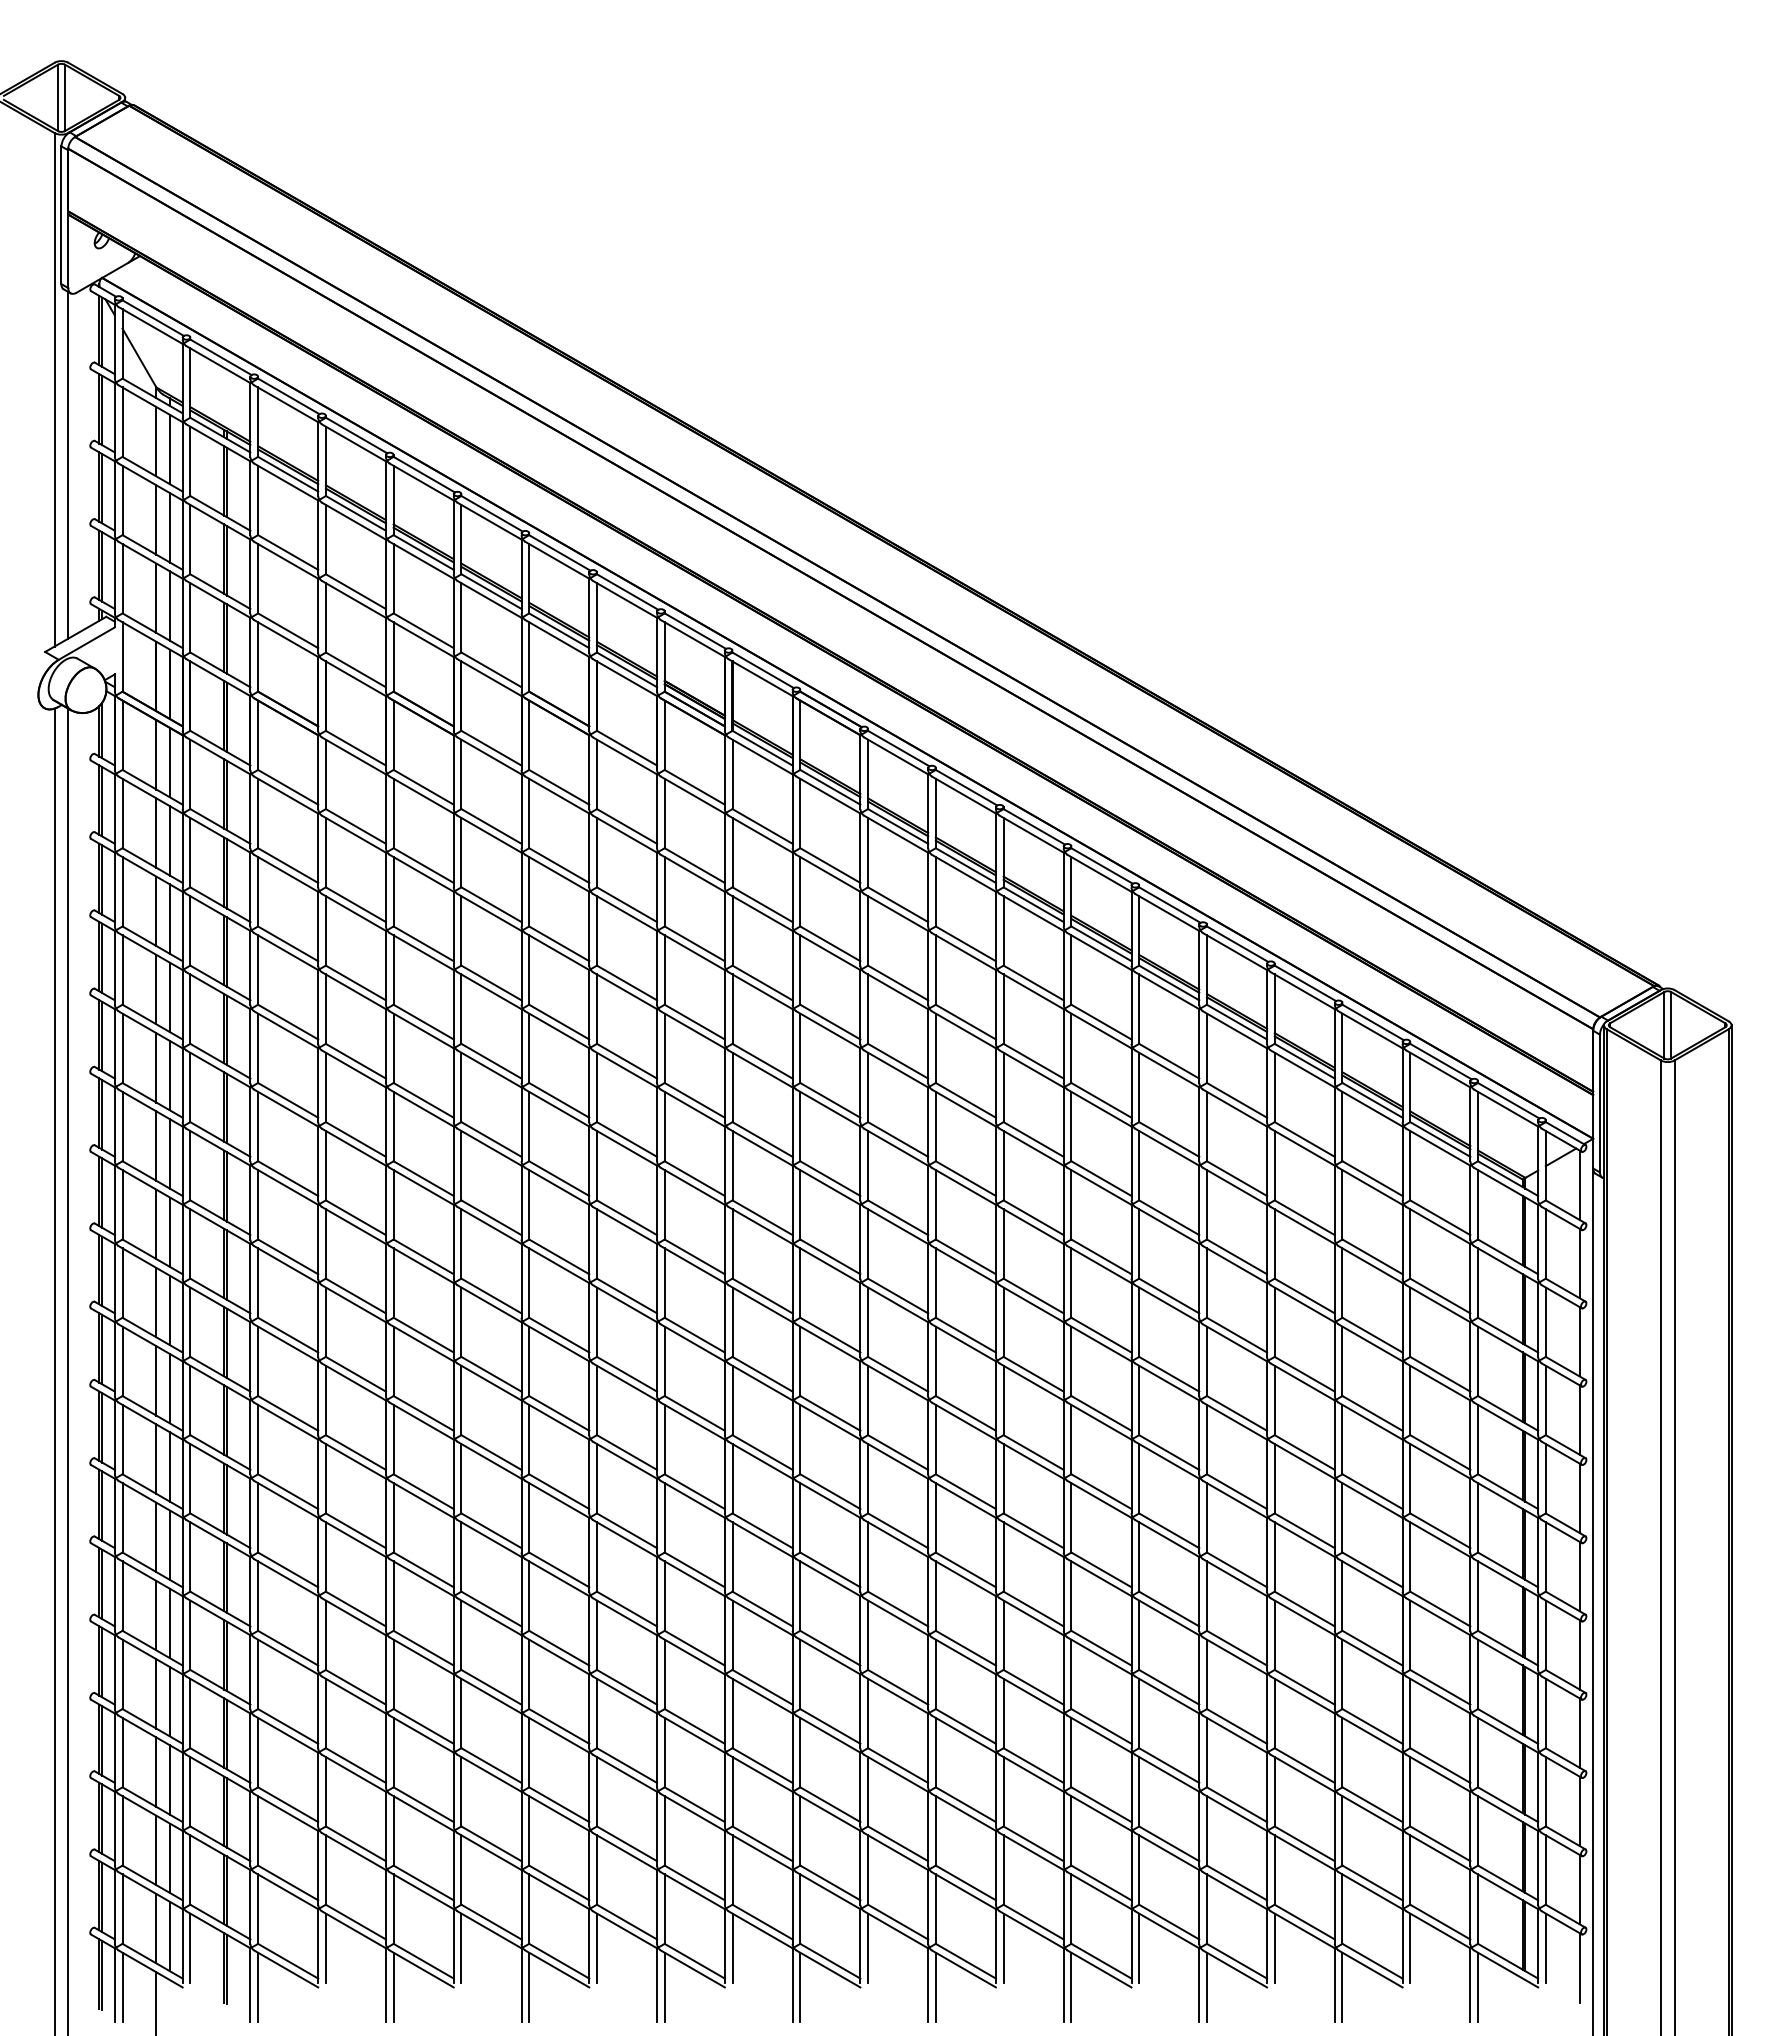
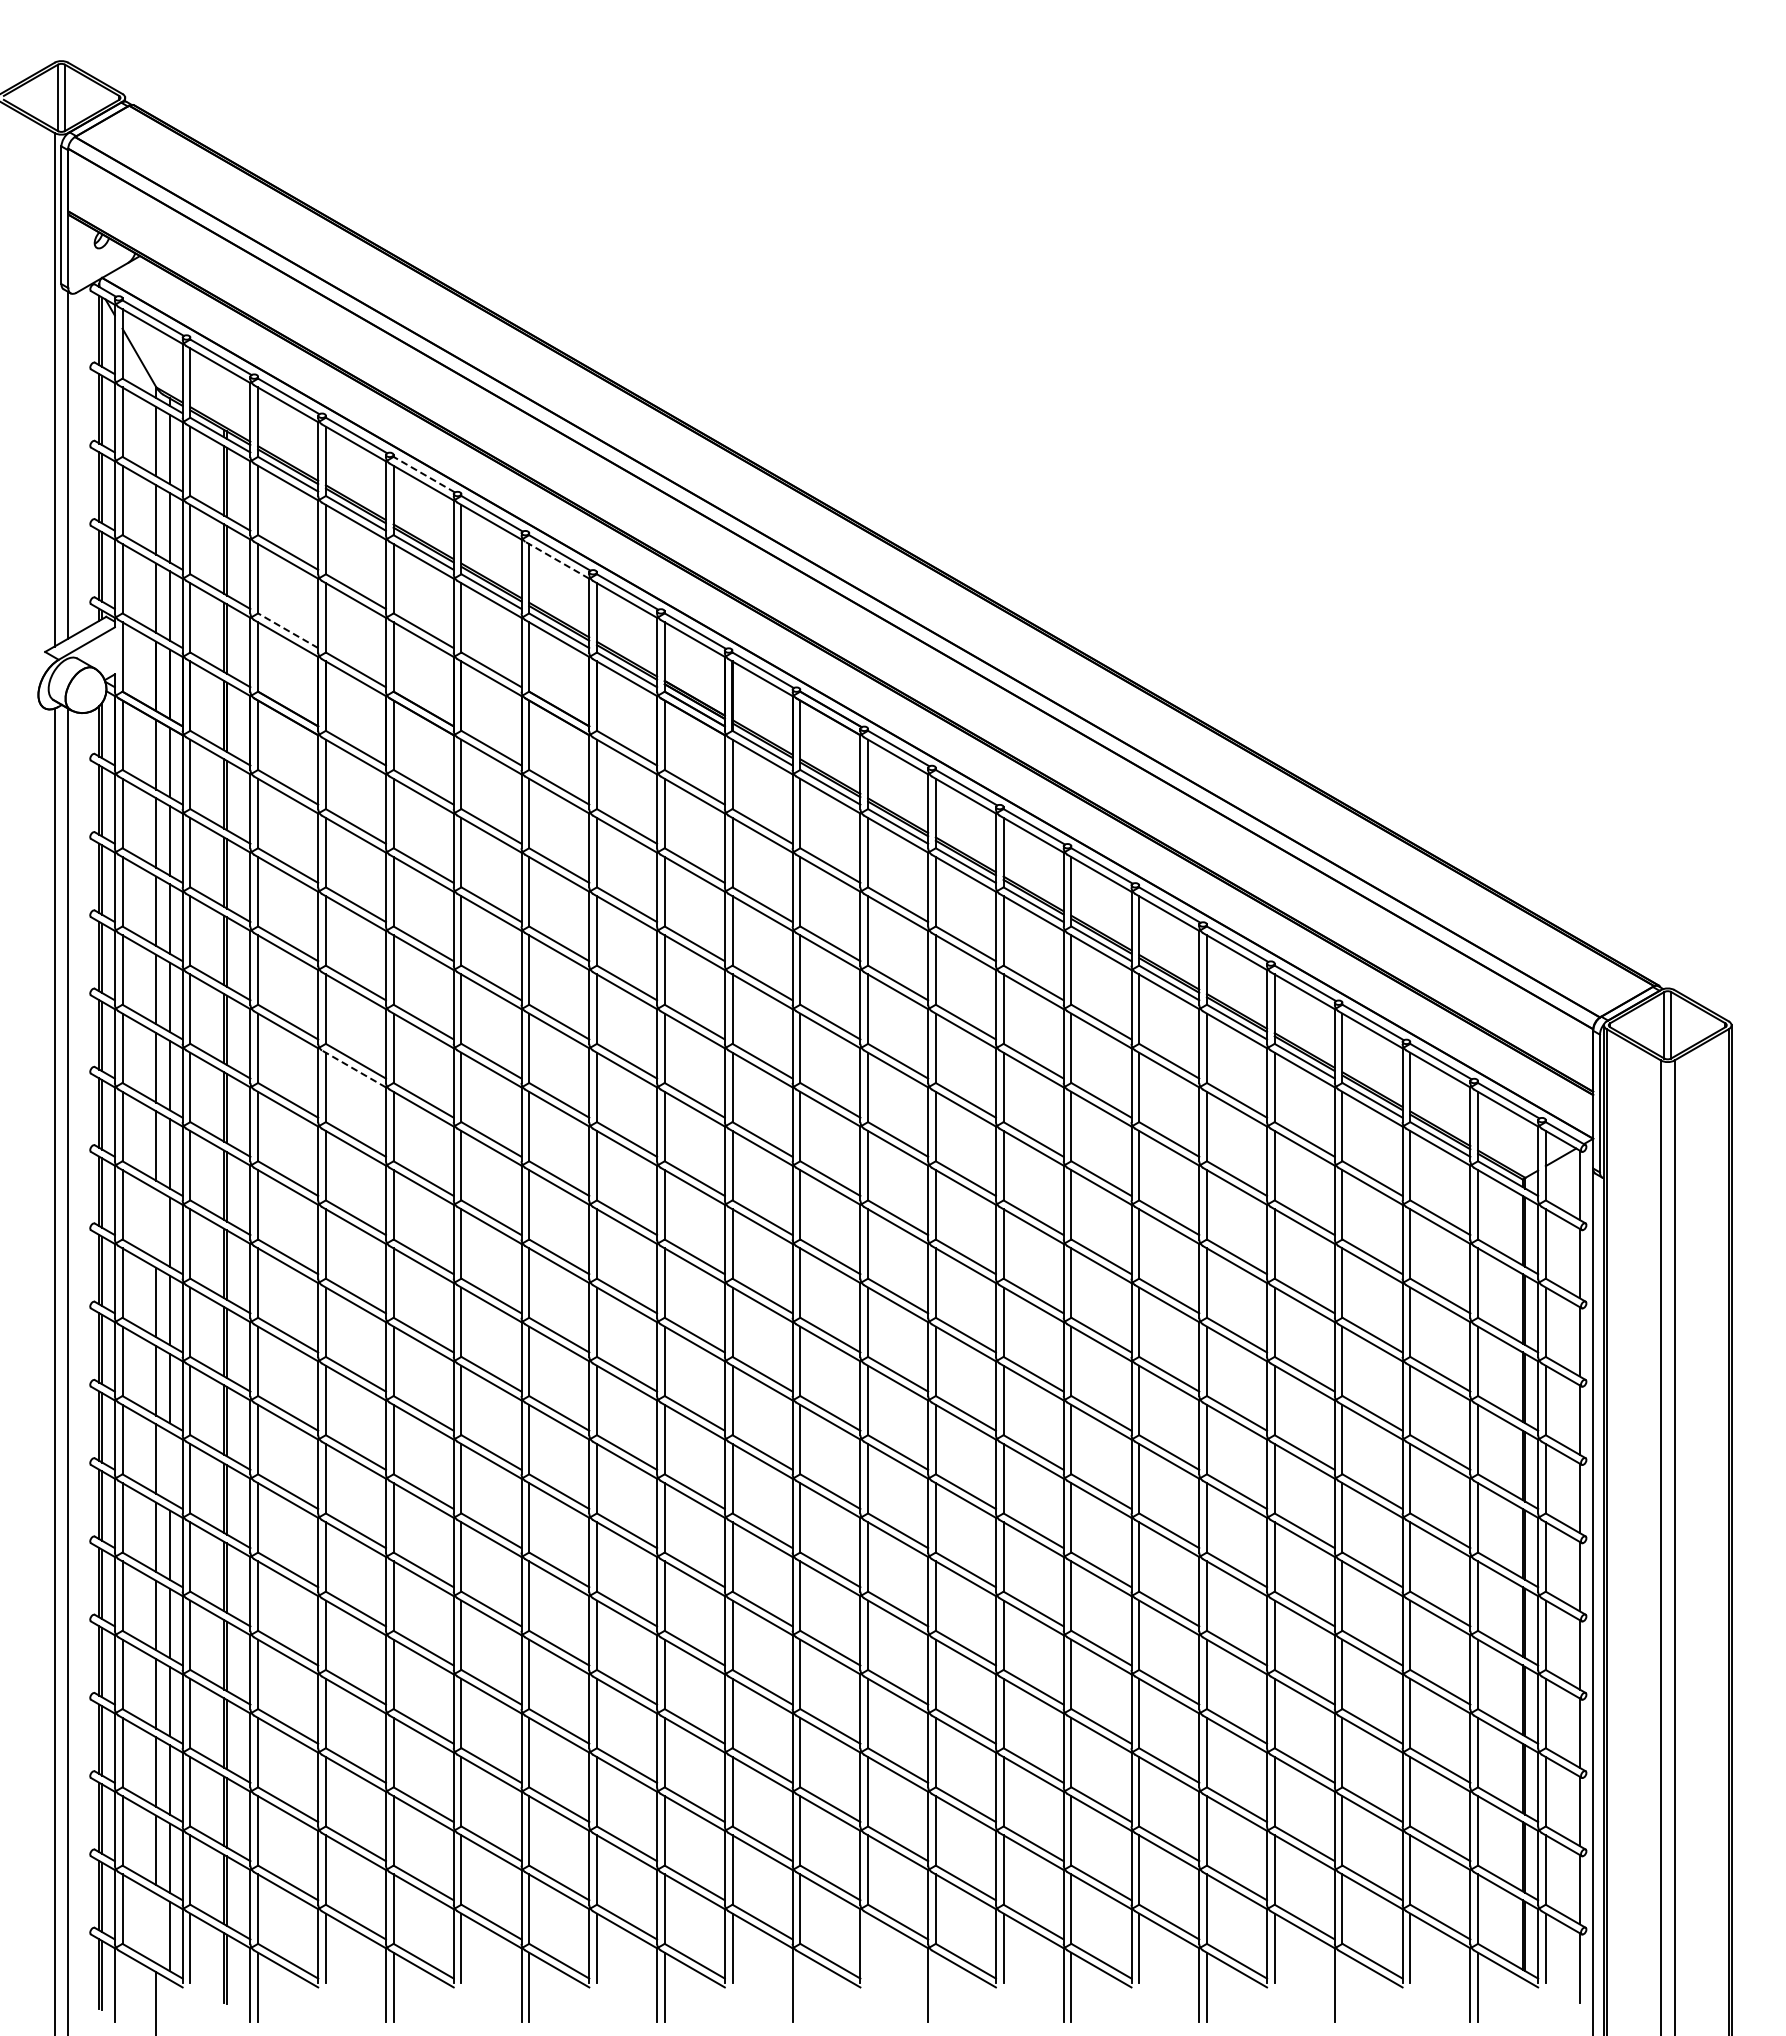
line at (423, 474): solid -> dashed
line at (557, 560): solid -> dashed
line at (288, 630): solid -> dashed
line at (354, 1068): solid -> dashed
line at (156, 1224): present -> none
line at (169, 1466): present -> none
line at (156, 1928): present -> none
line at (868, 1948): present -> none
line at (122, 1987): present -> none
line at (800, 1987): present -> none
line at (935, 1987): present -> none
line at (1342, 1987): present -> none
